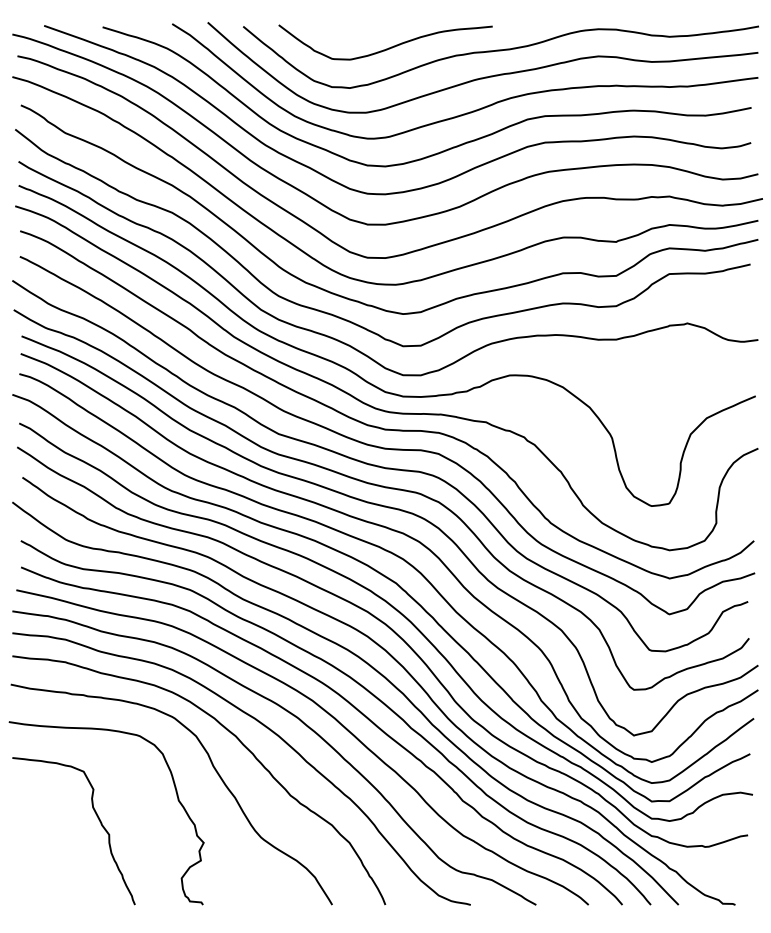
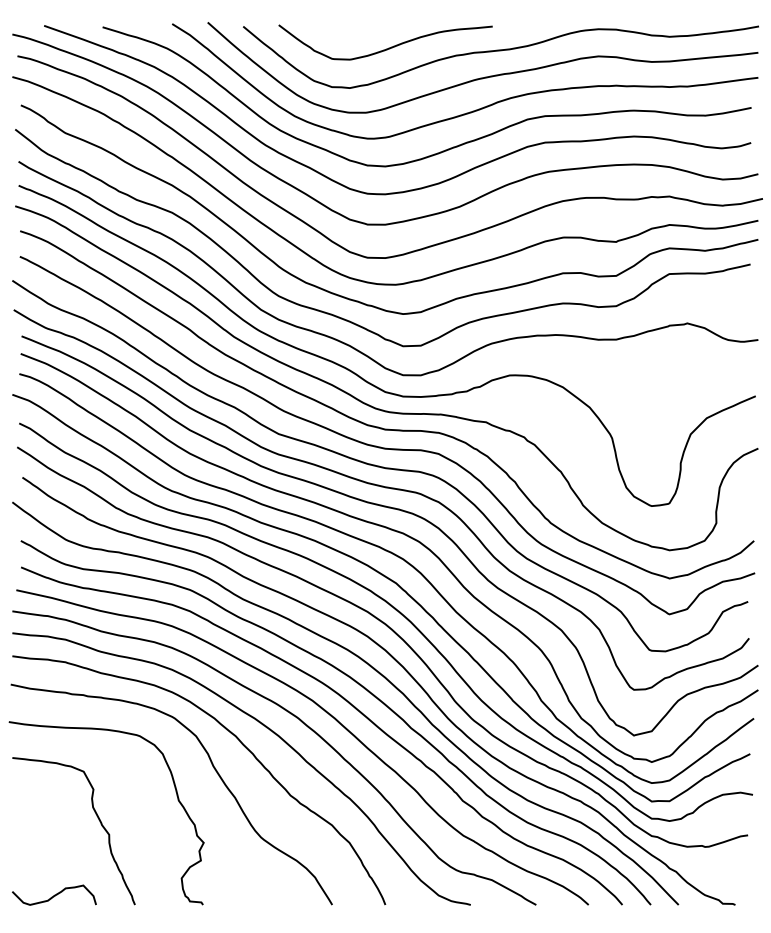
curve at (54, 894): none -> present
